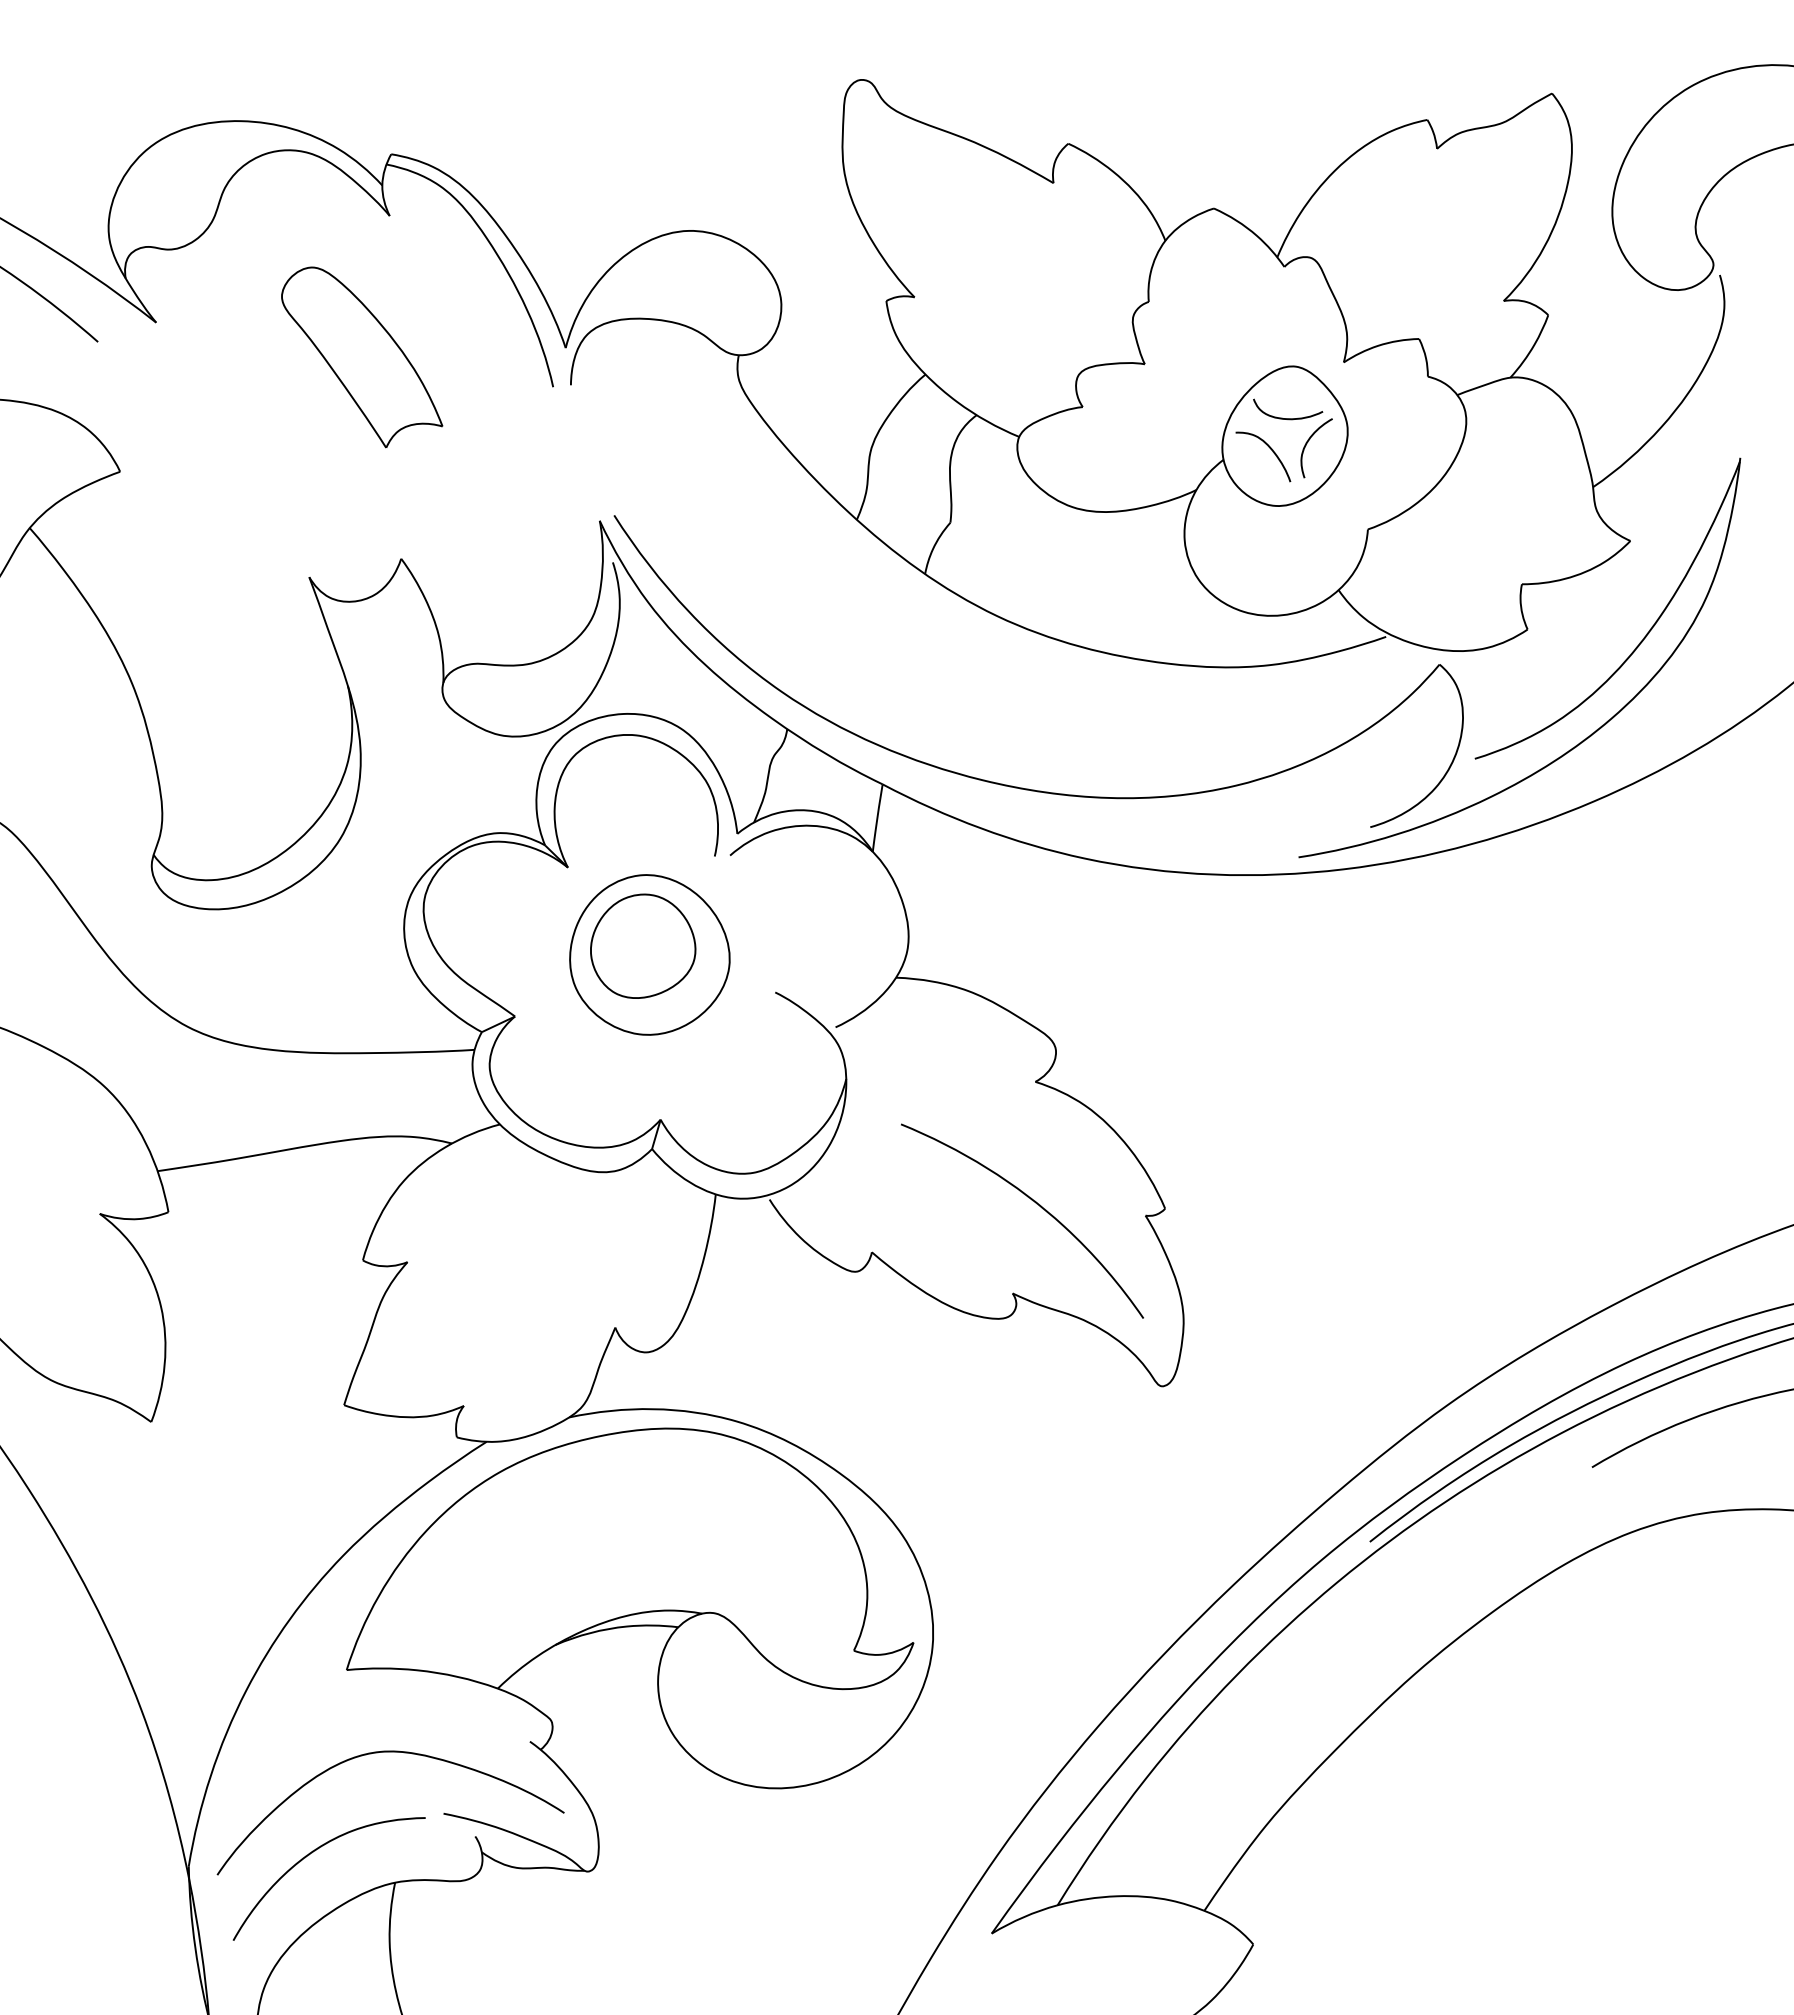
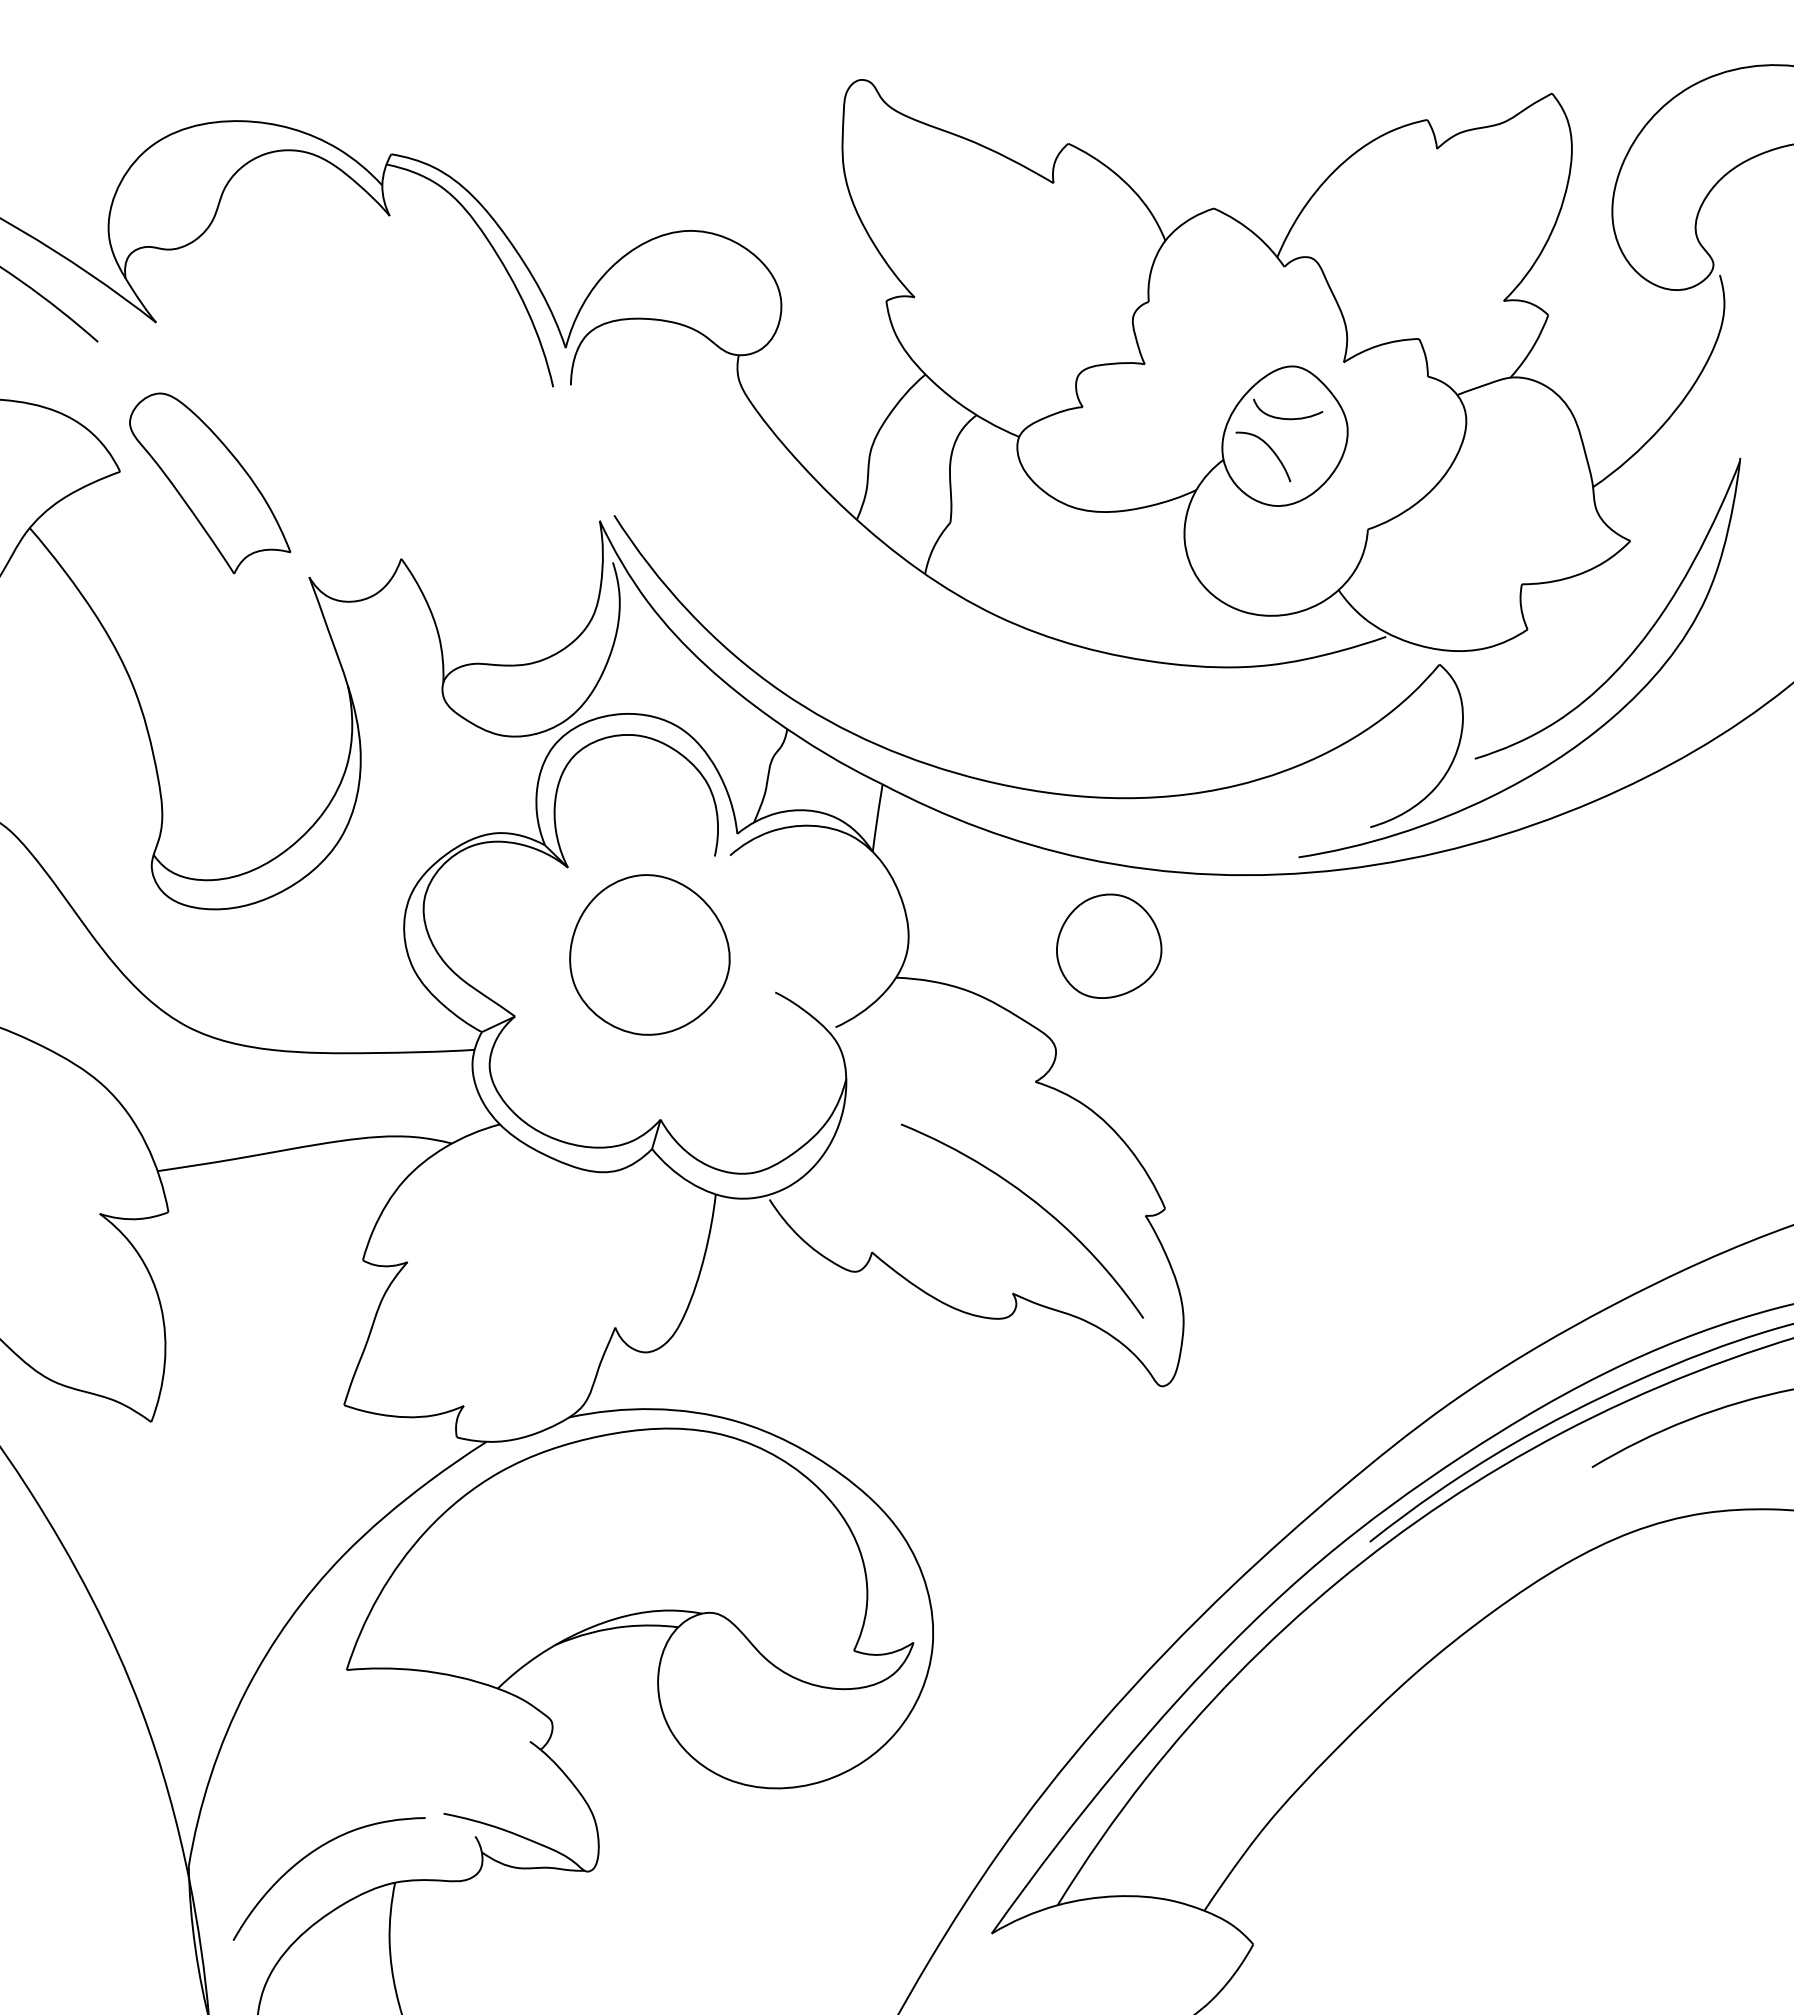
part at (362, 357) position: (362, 357) -> (210, 483)
curve at (1308, 442): present -> none
part at (643, 945) position: (643, 945) -> (1109, 945)
curve at (390, 1752): present -> none
